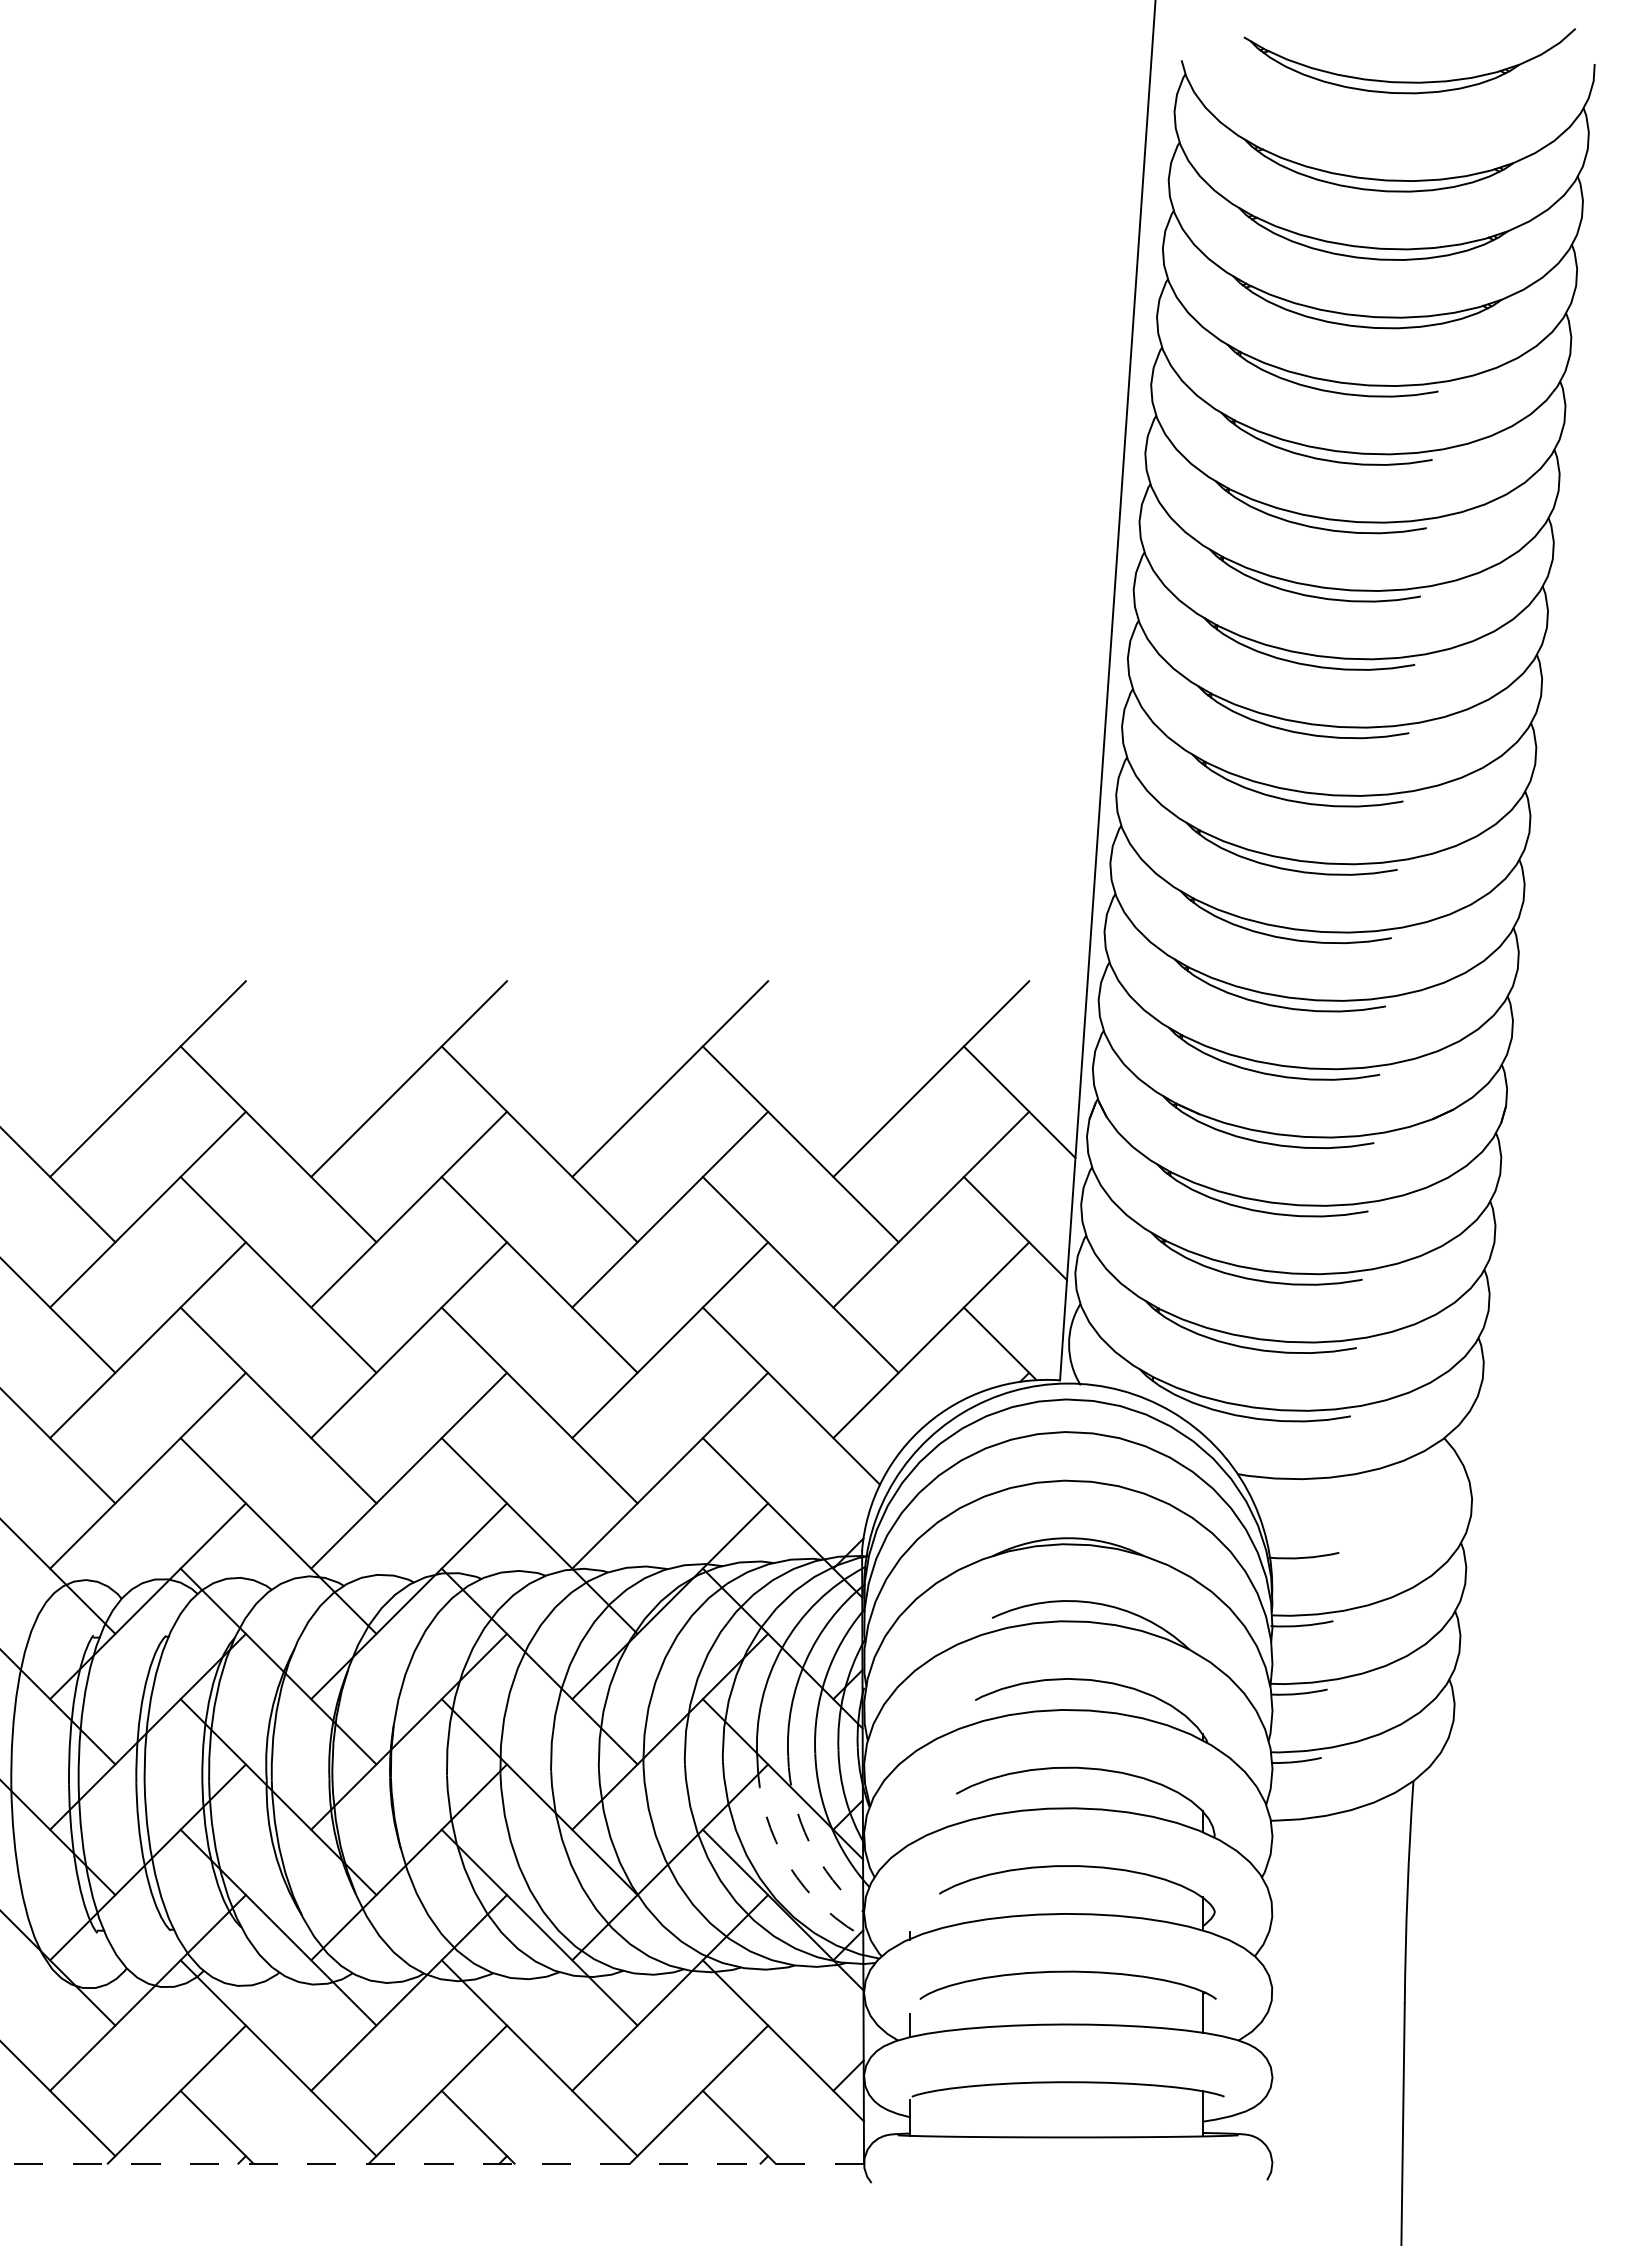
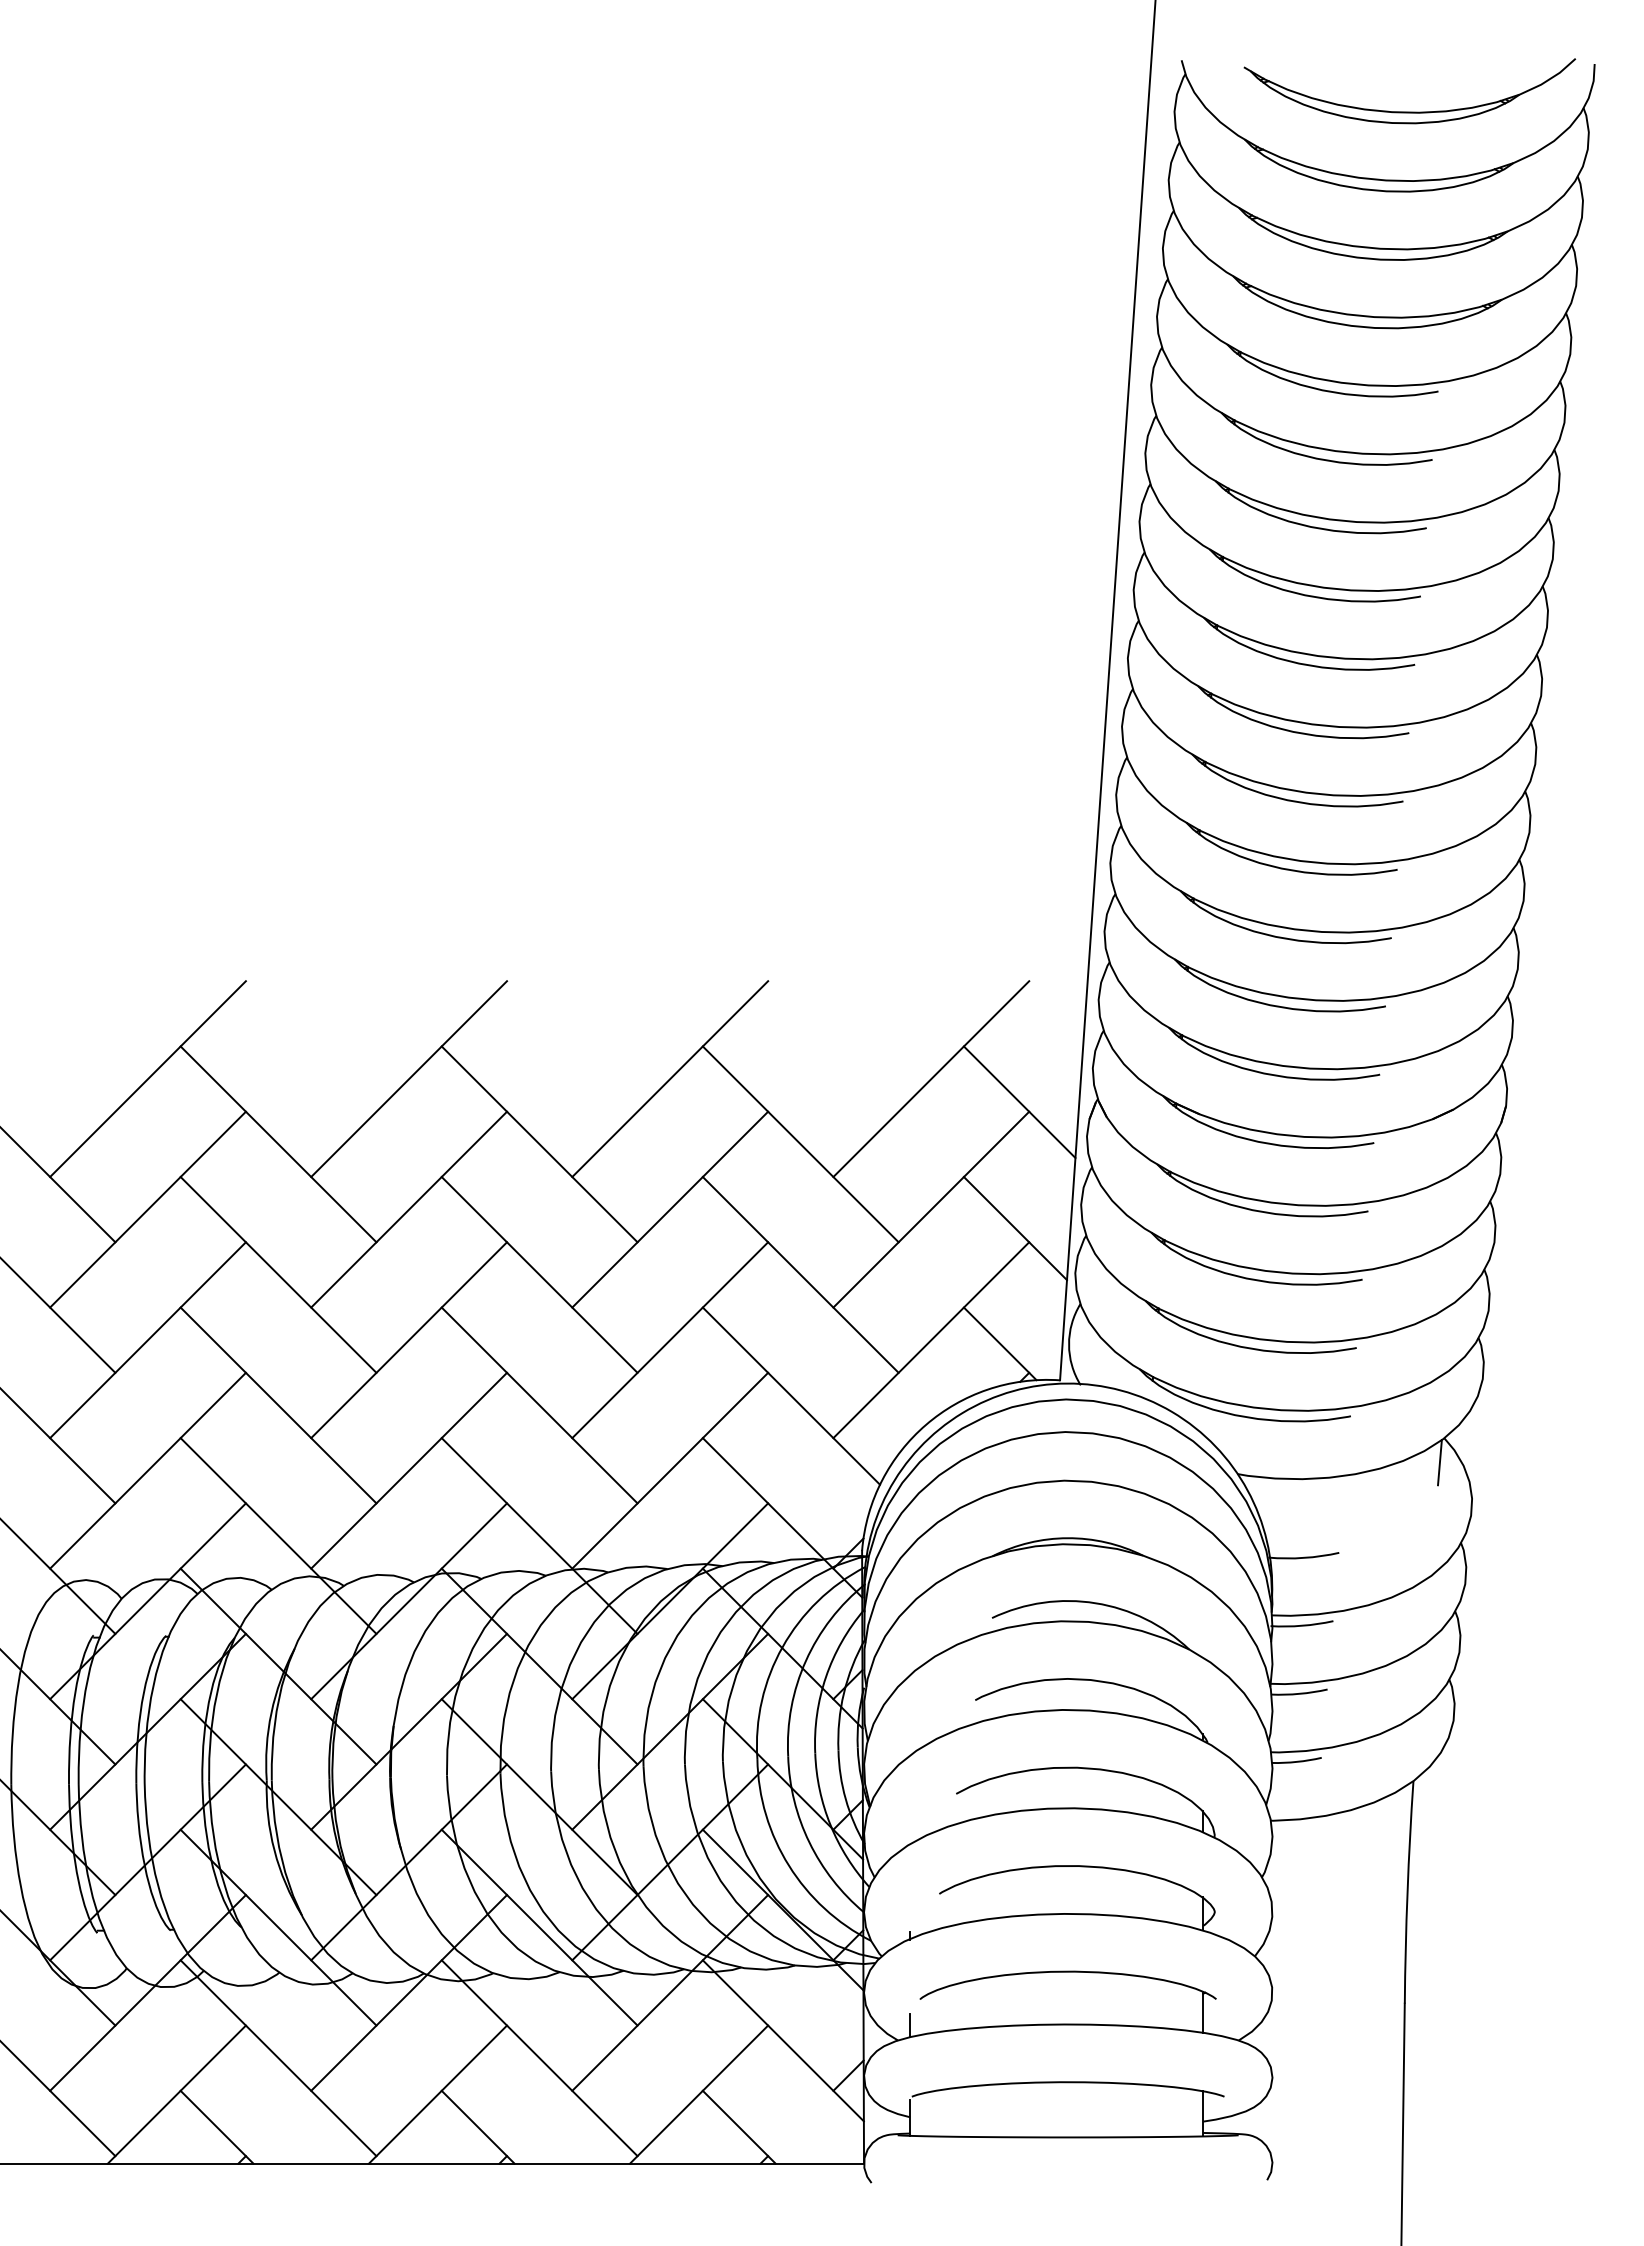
part at (1409, 81) position: (1409, 81) -> (1409, 111)
line at (1439, 1462): none -> present
arc at (809, 1842): dashed -> solid
arc at (789, 1865): dashed -> solid
line at (432, 2163): dashed -> solid
